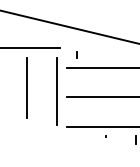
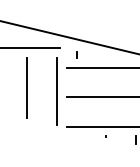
line at (69, 27) position: (69, 27) -> (69, 37)
